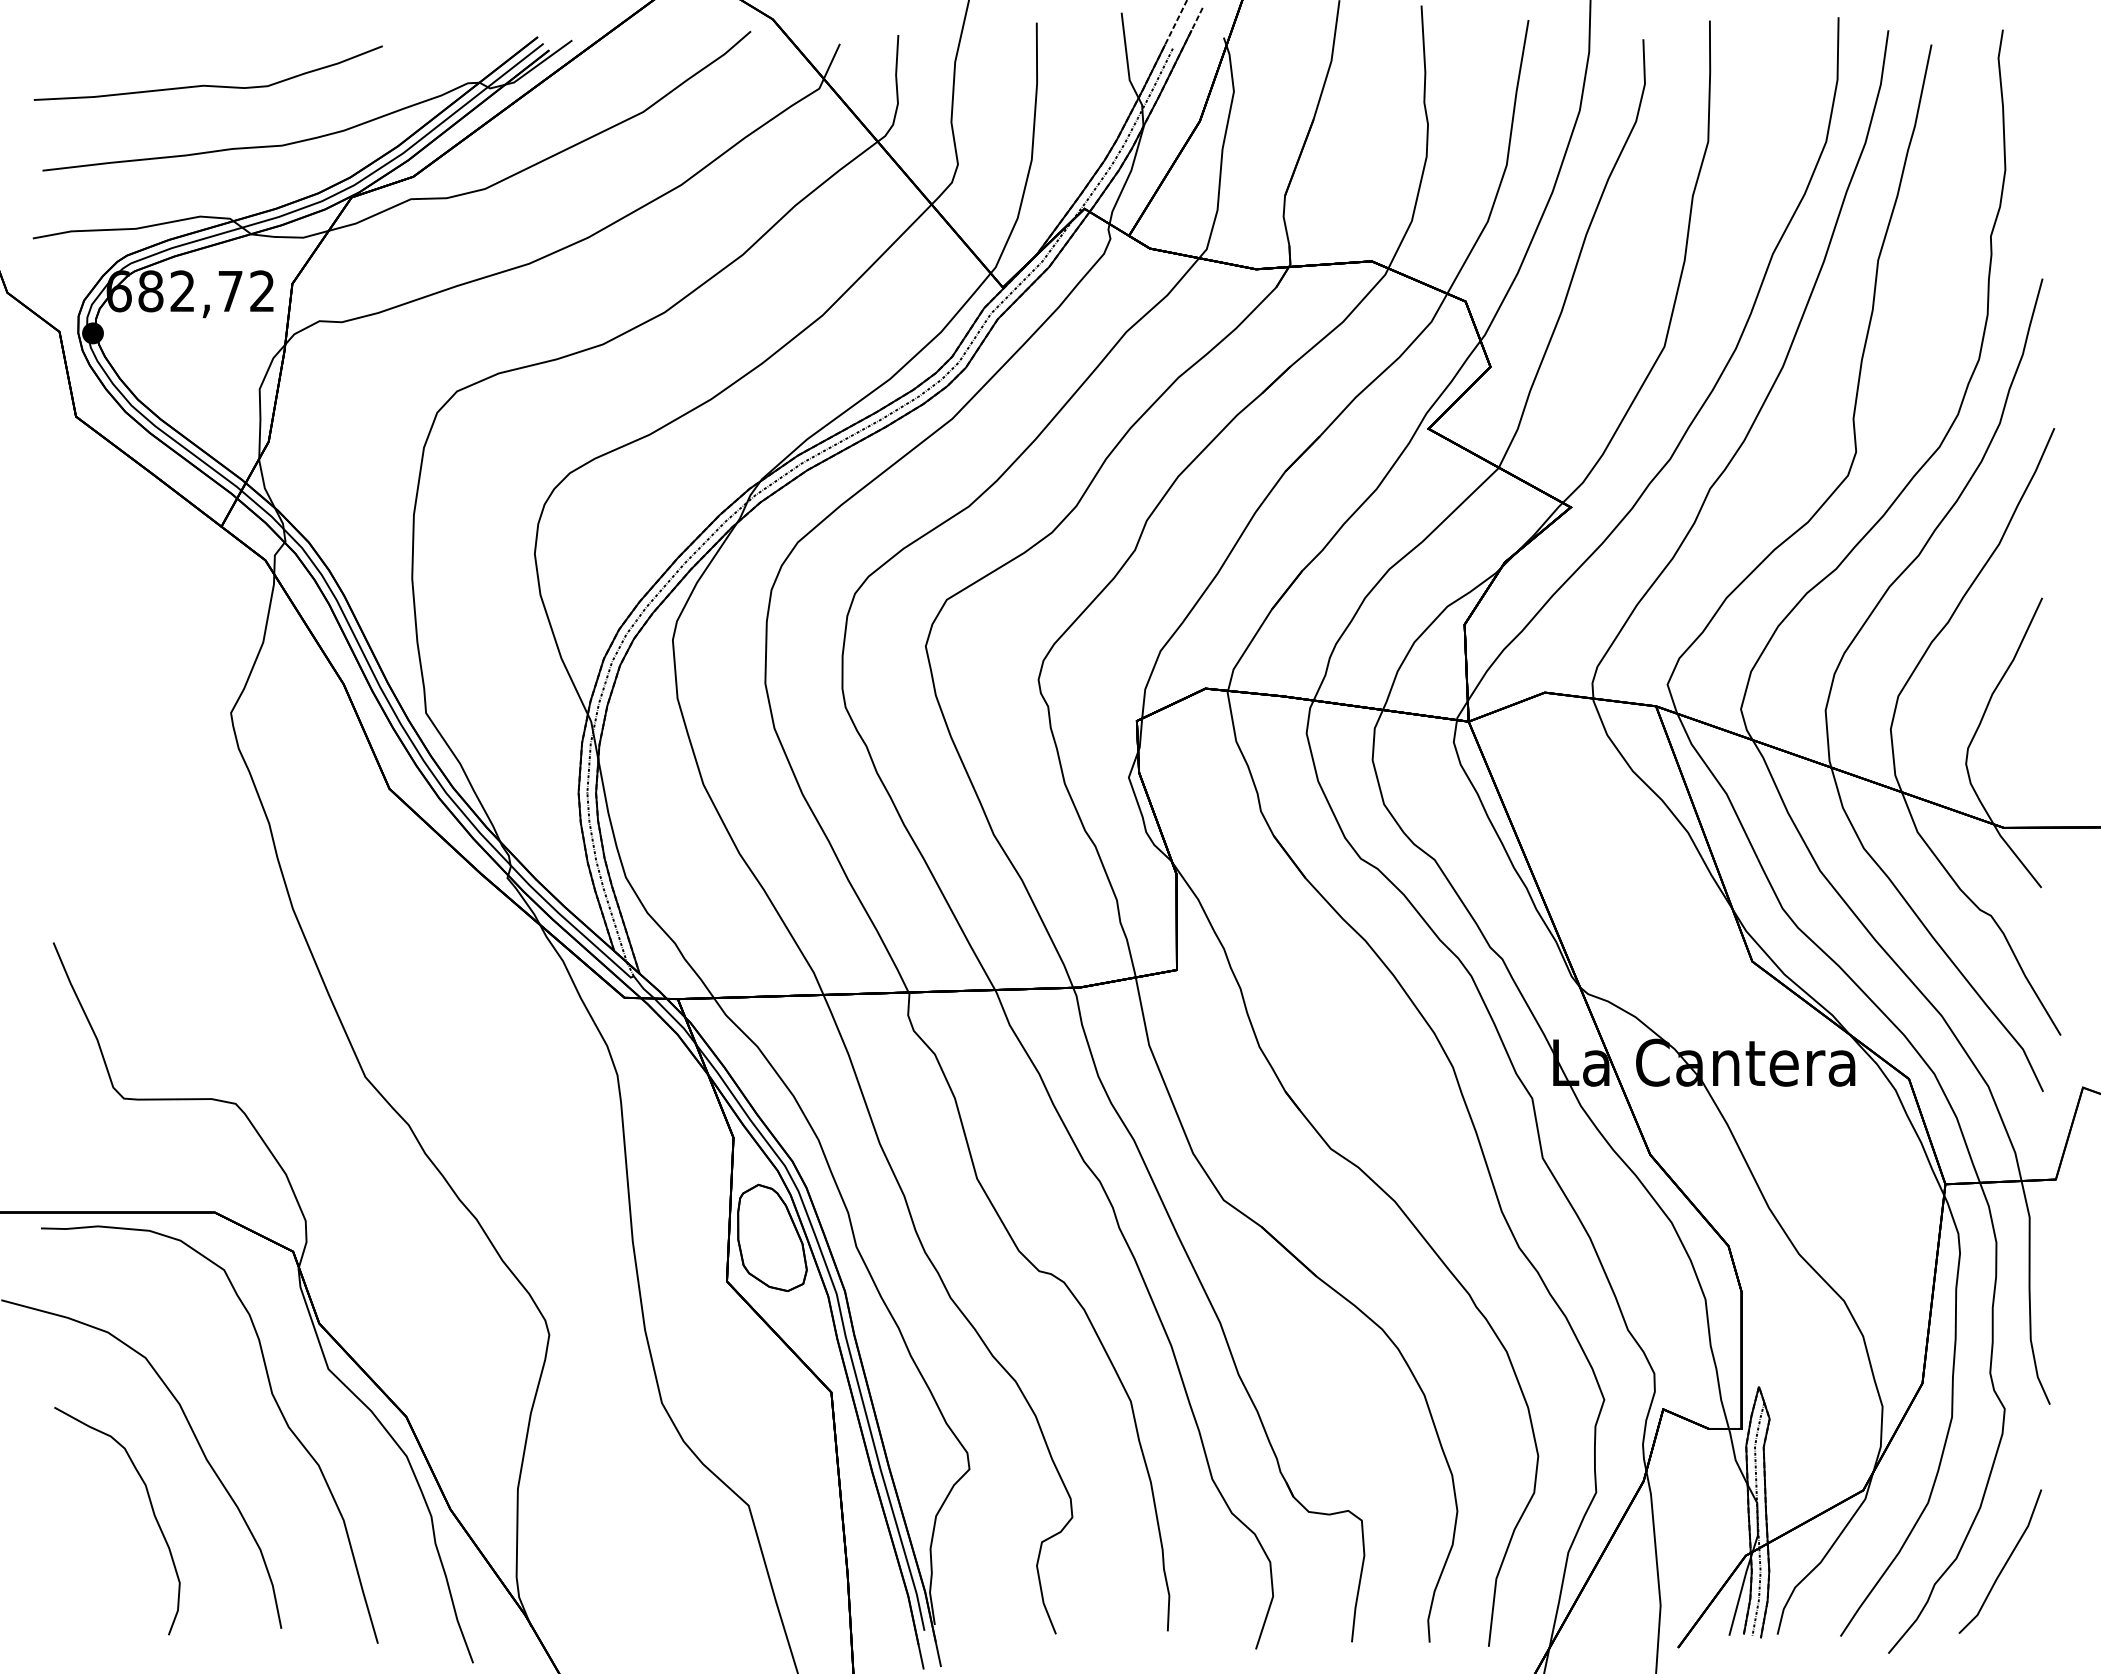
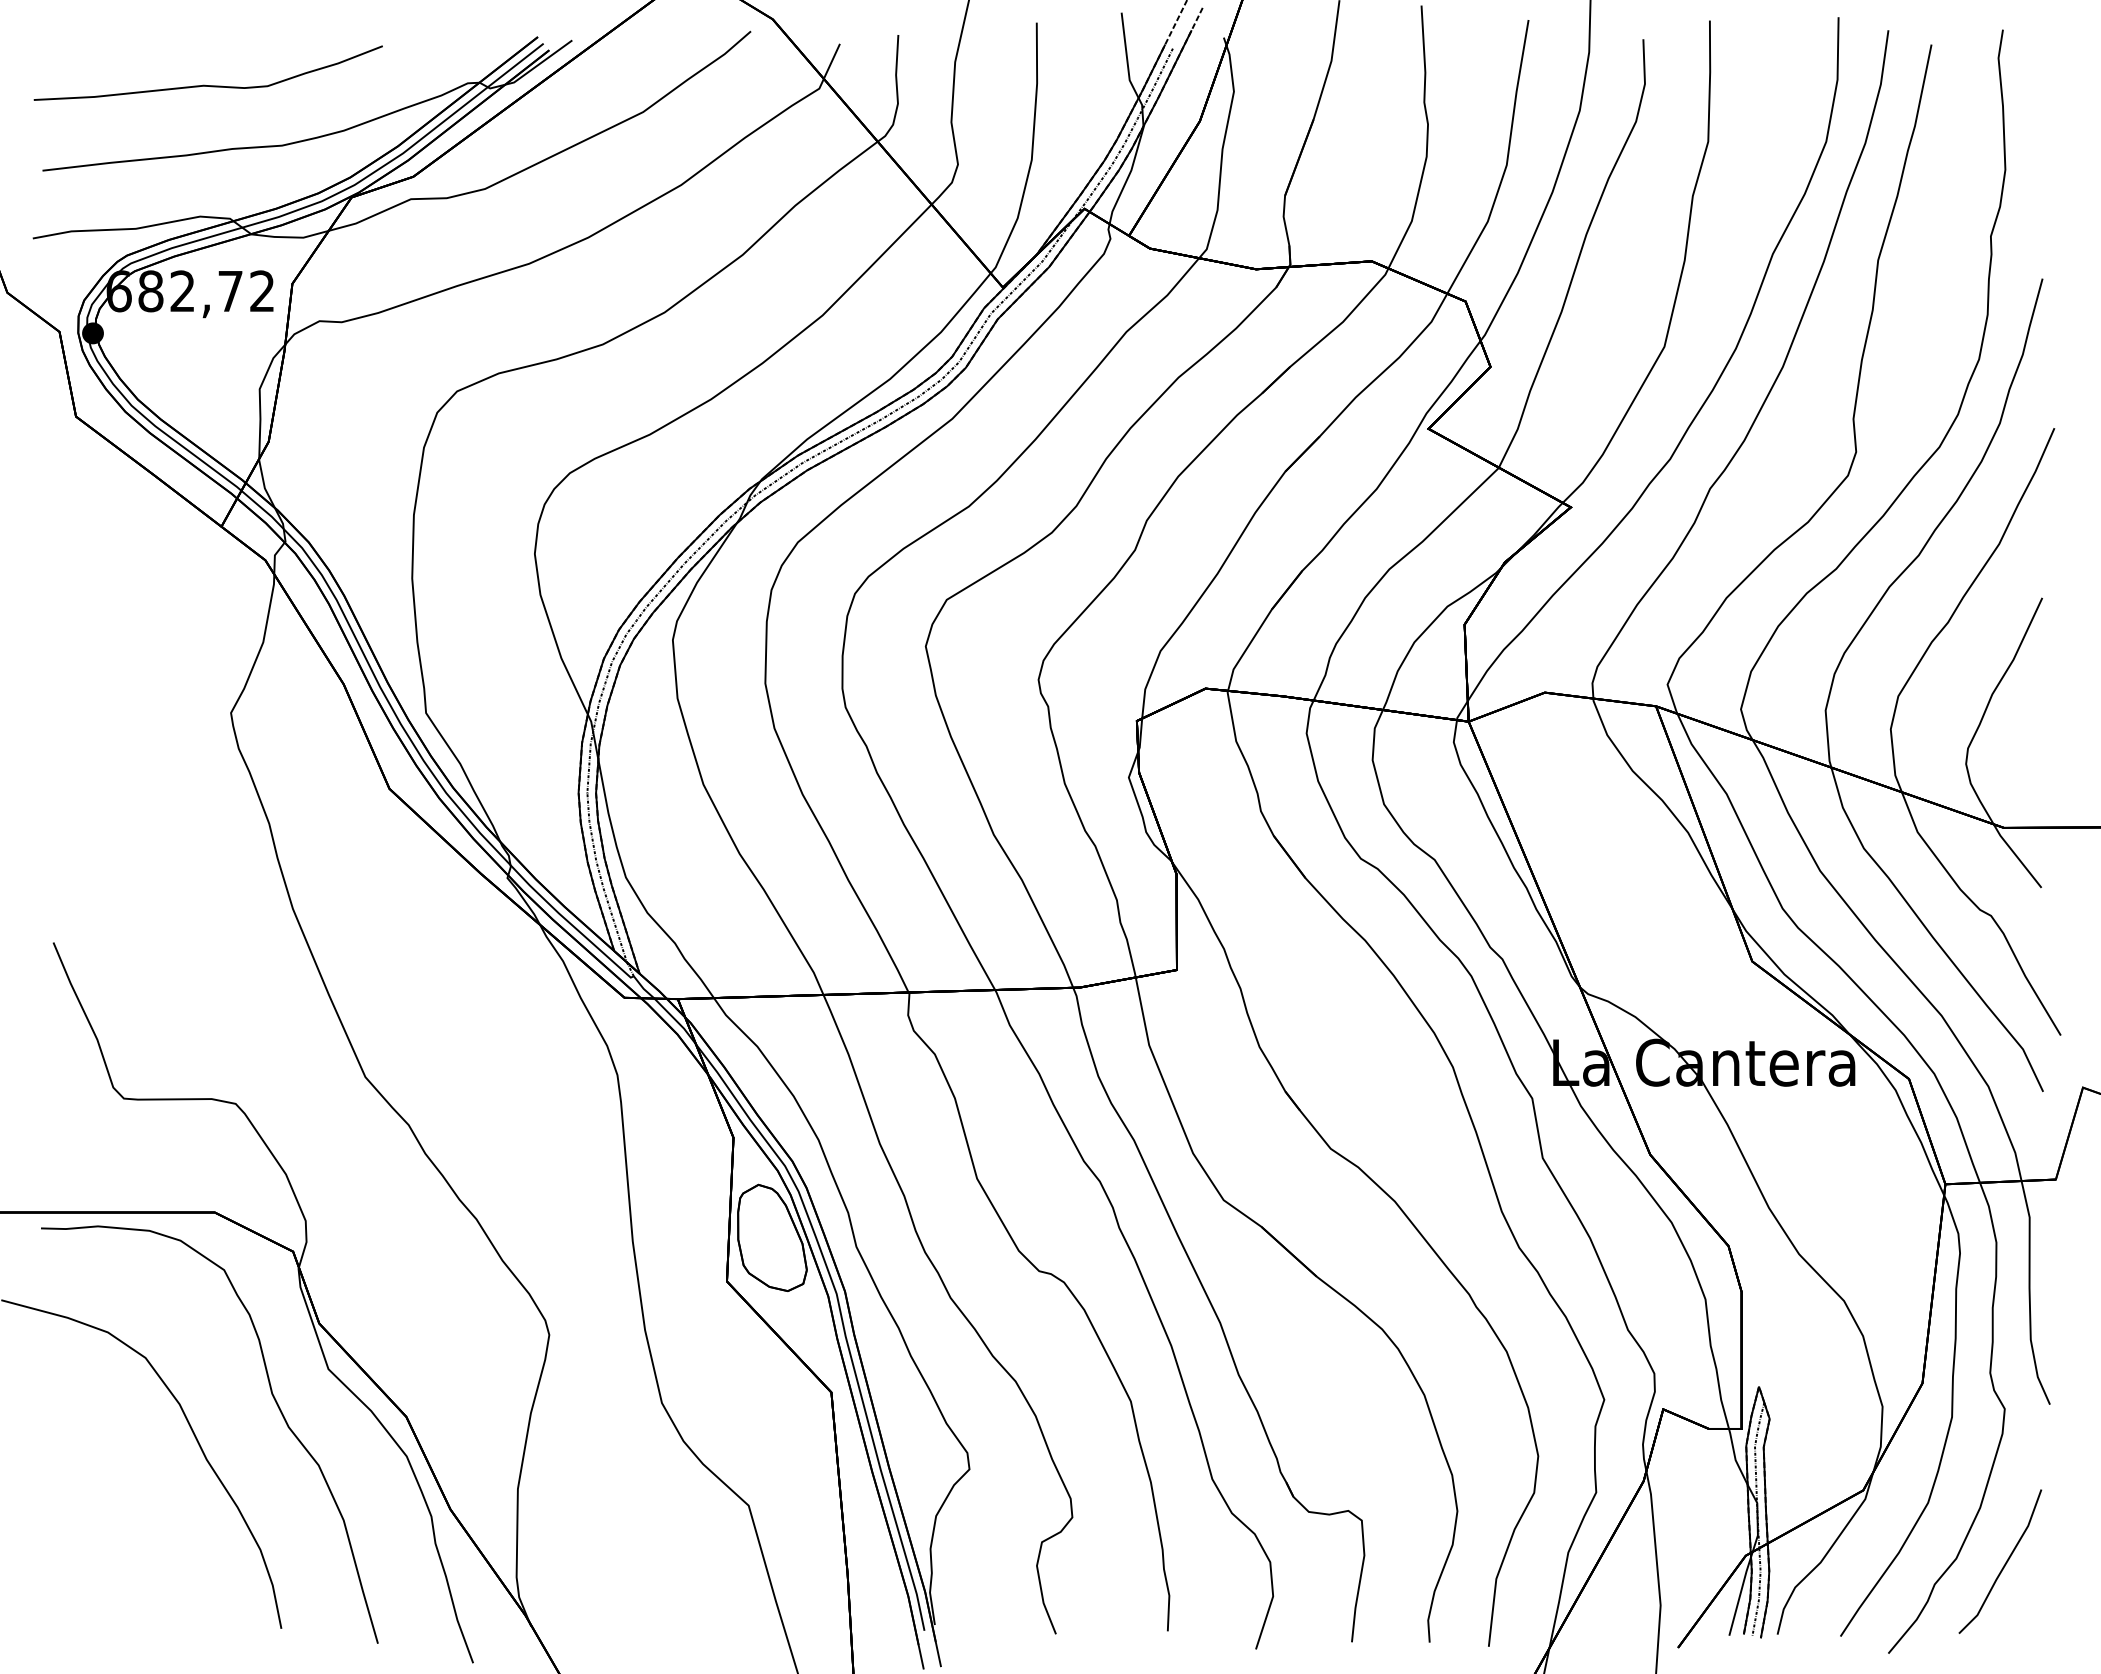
part at (152, 1512): present -> none
